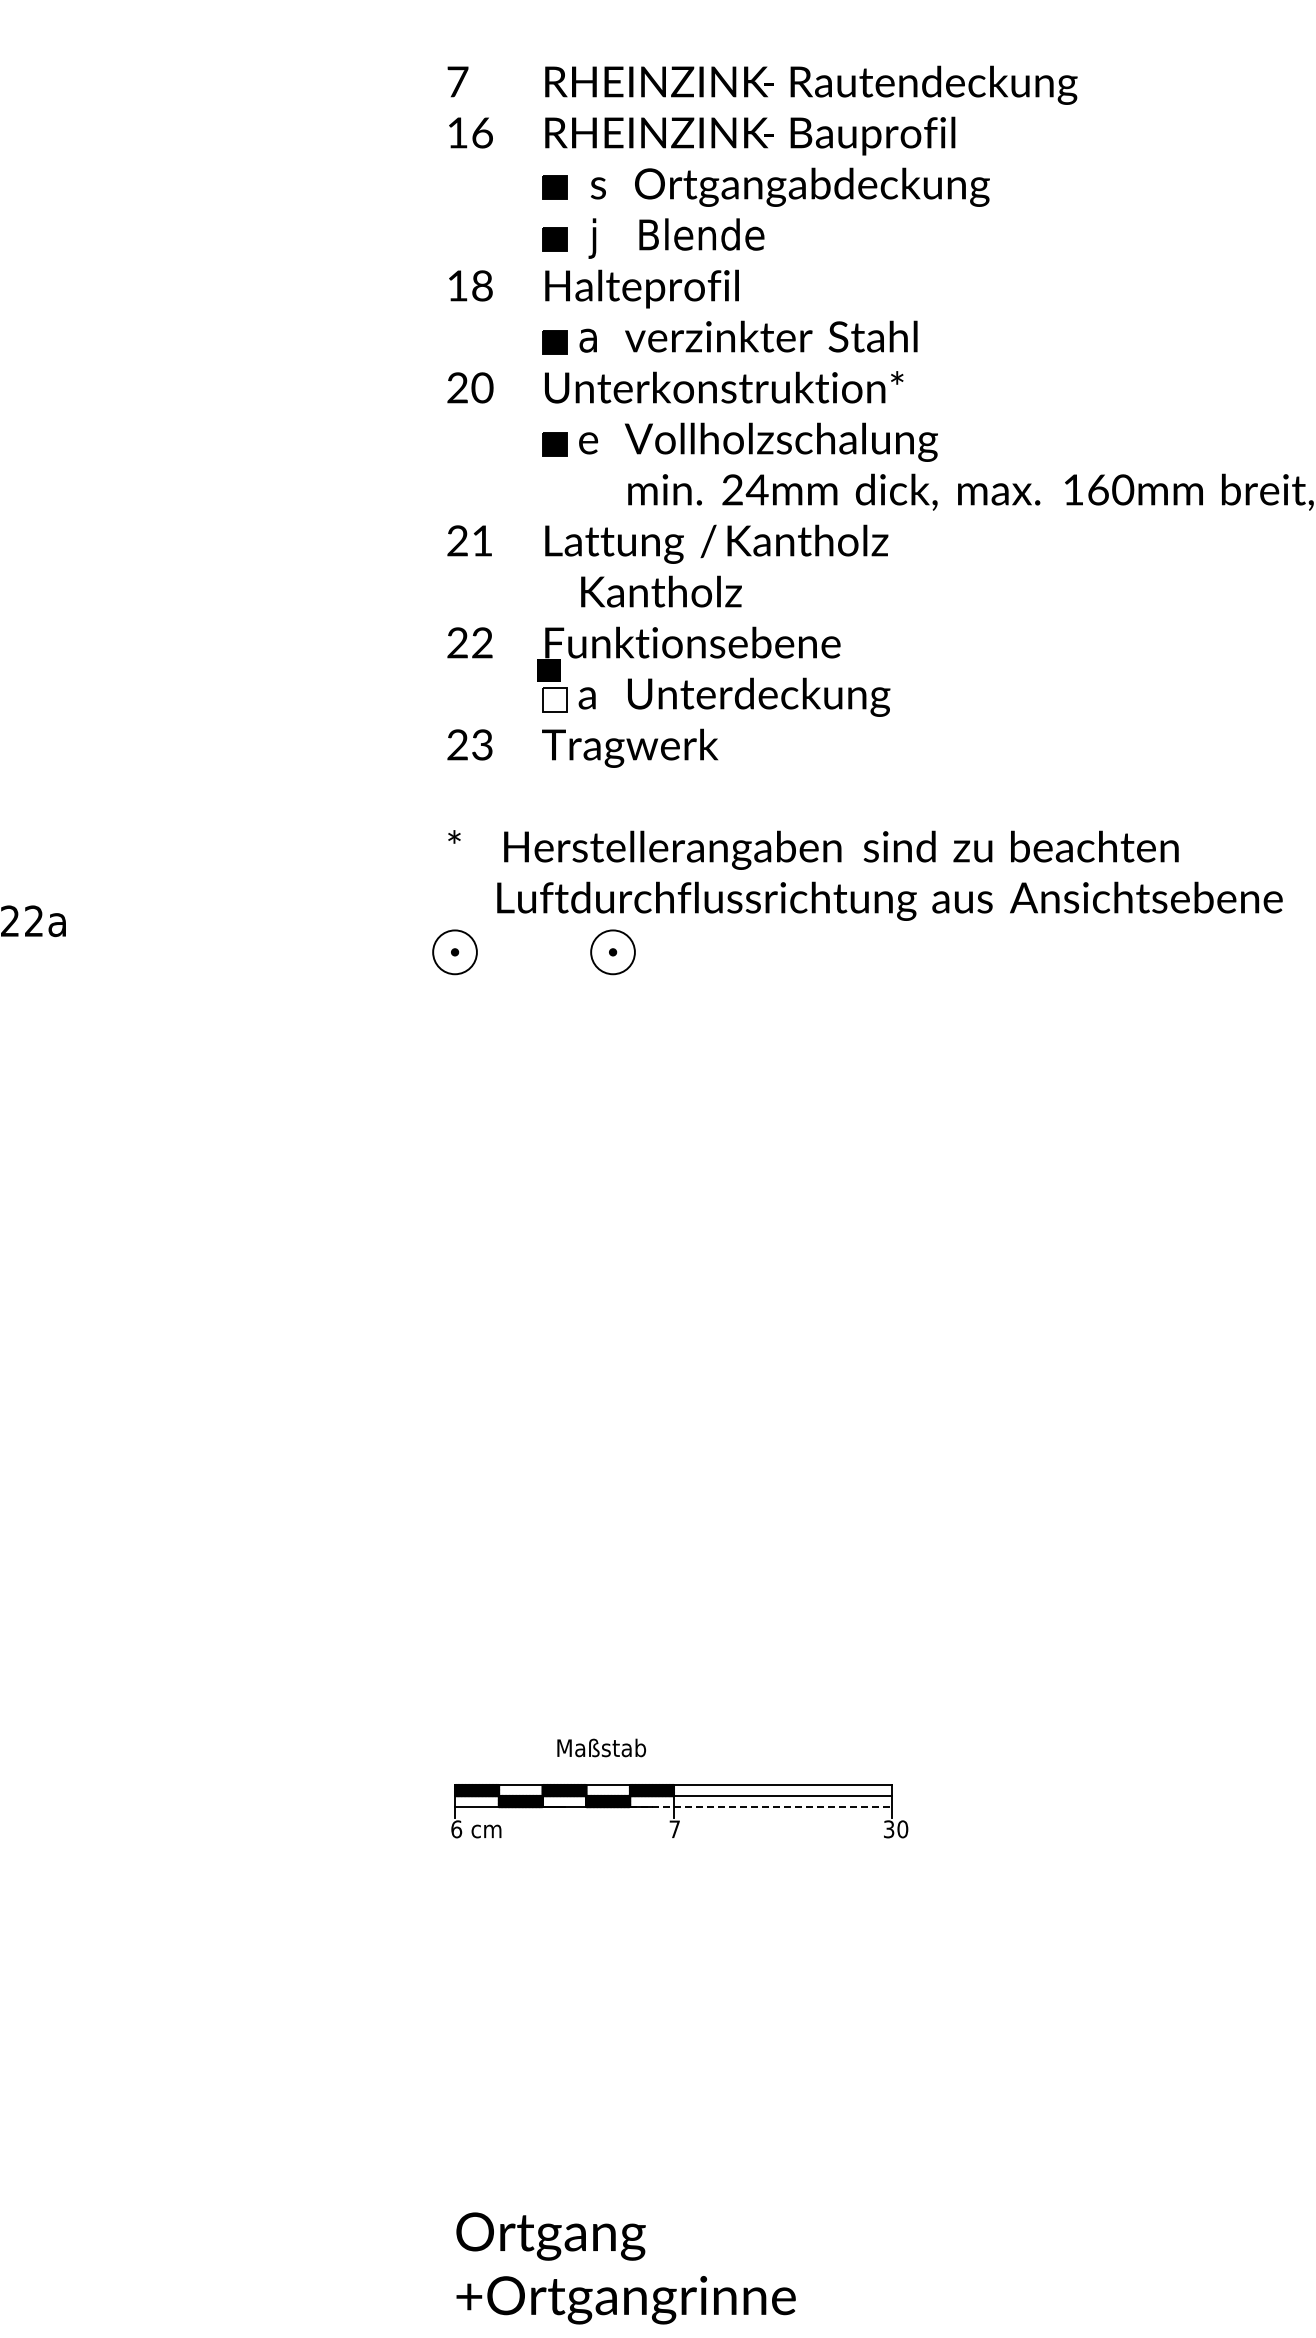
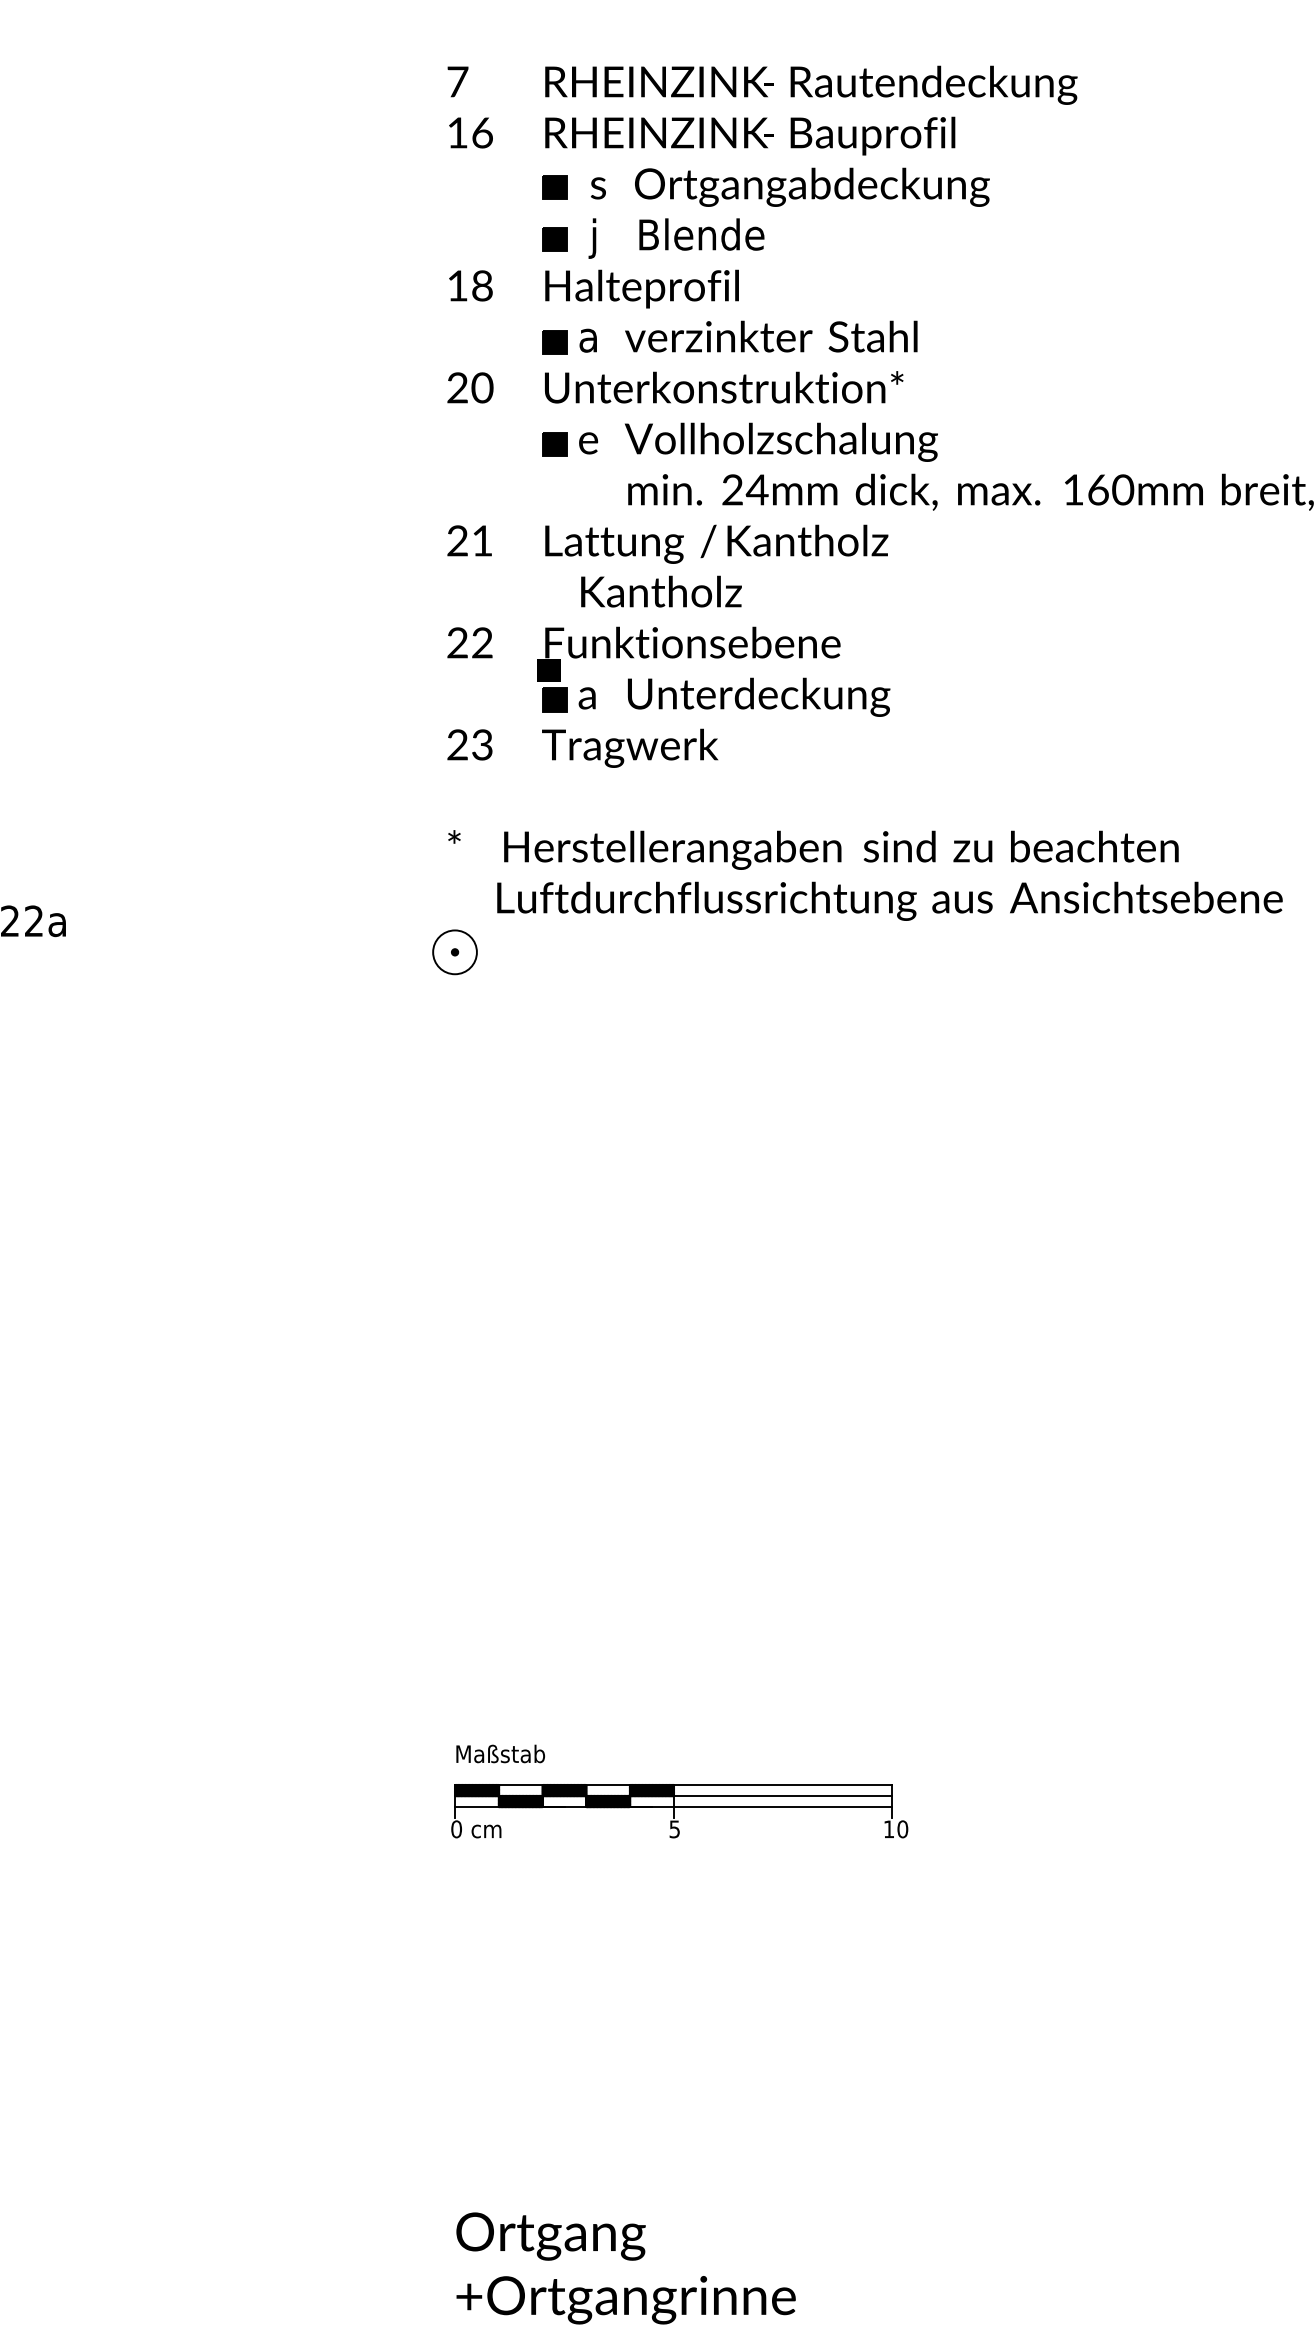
fill at (555, 699): none -> present
part at (612, 952): present -> none
text at (601, 1747) position: (601, 1747) -> (500, 1753)
line at (761, 1807): dashed -> solid
text at (456, 1829): 6 -> 0
text at (674, 1829): 7 -> 5
text at (889, 1829): 30 -> 10
